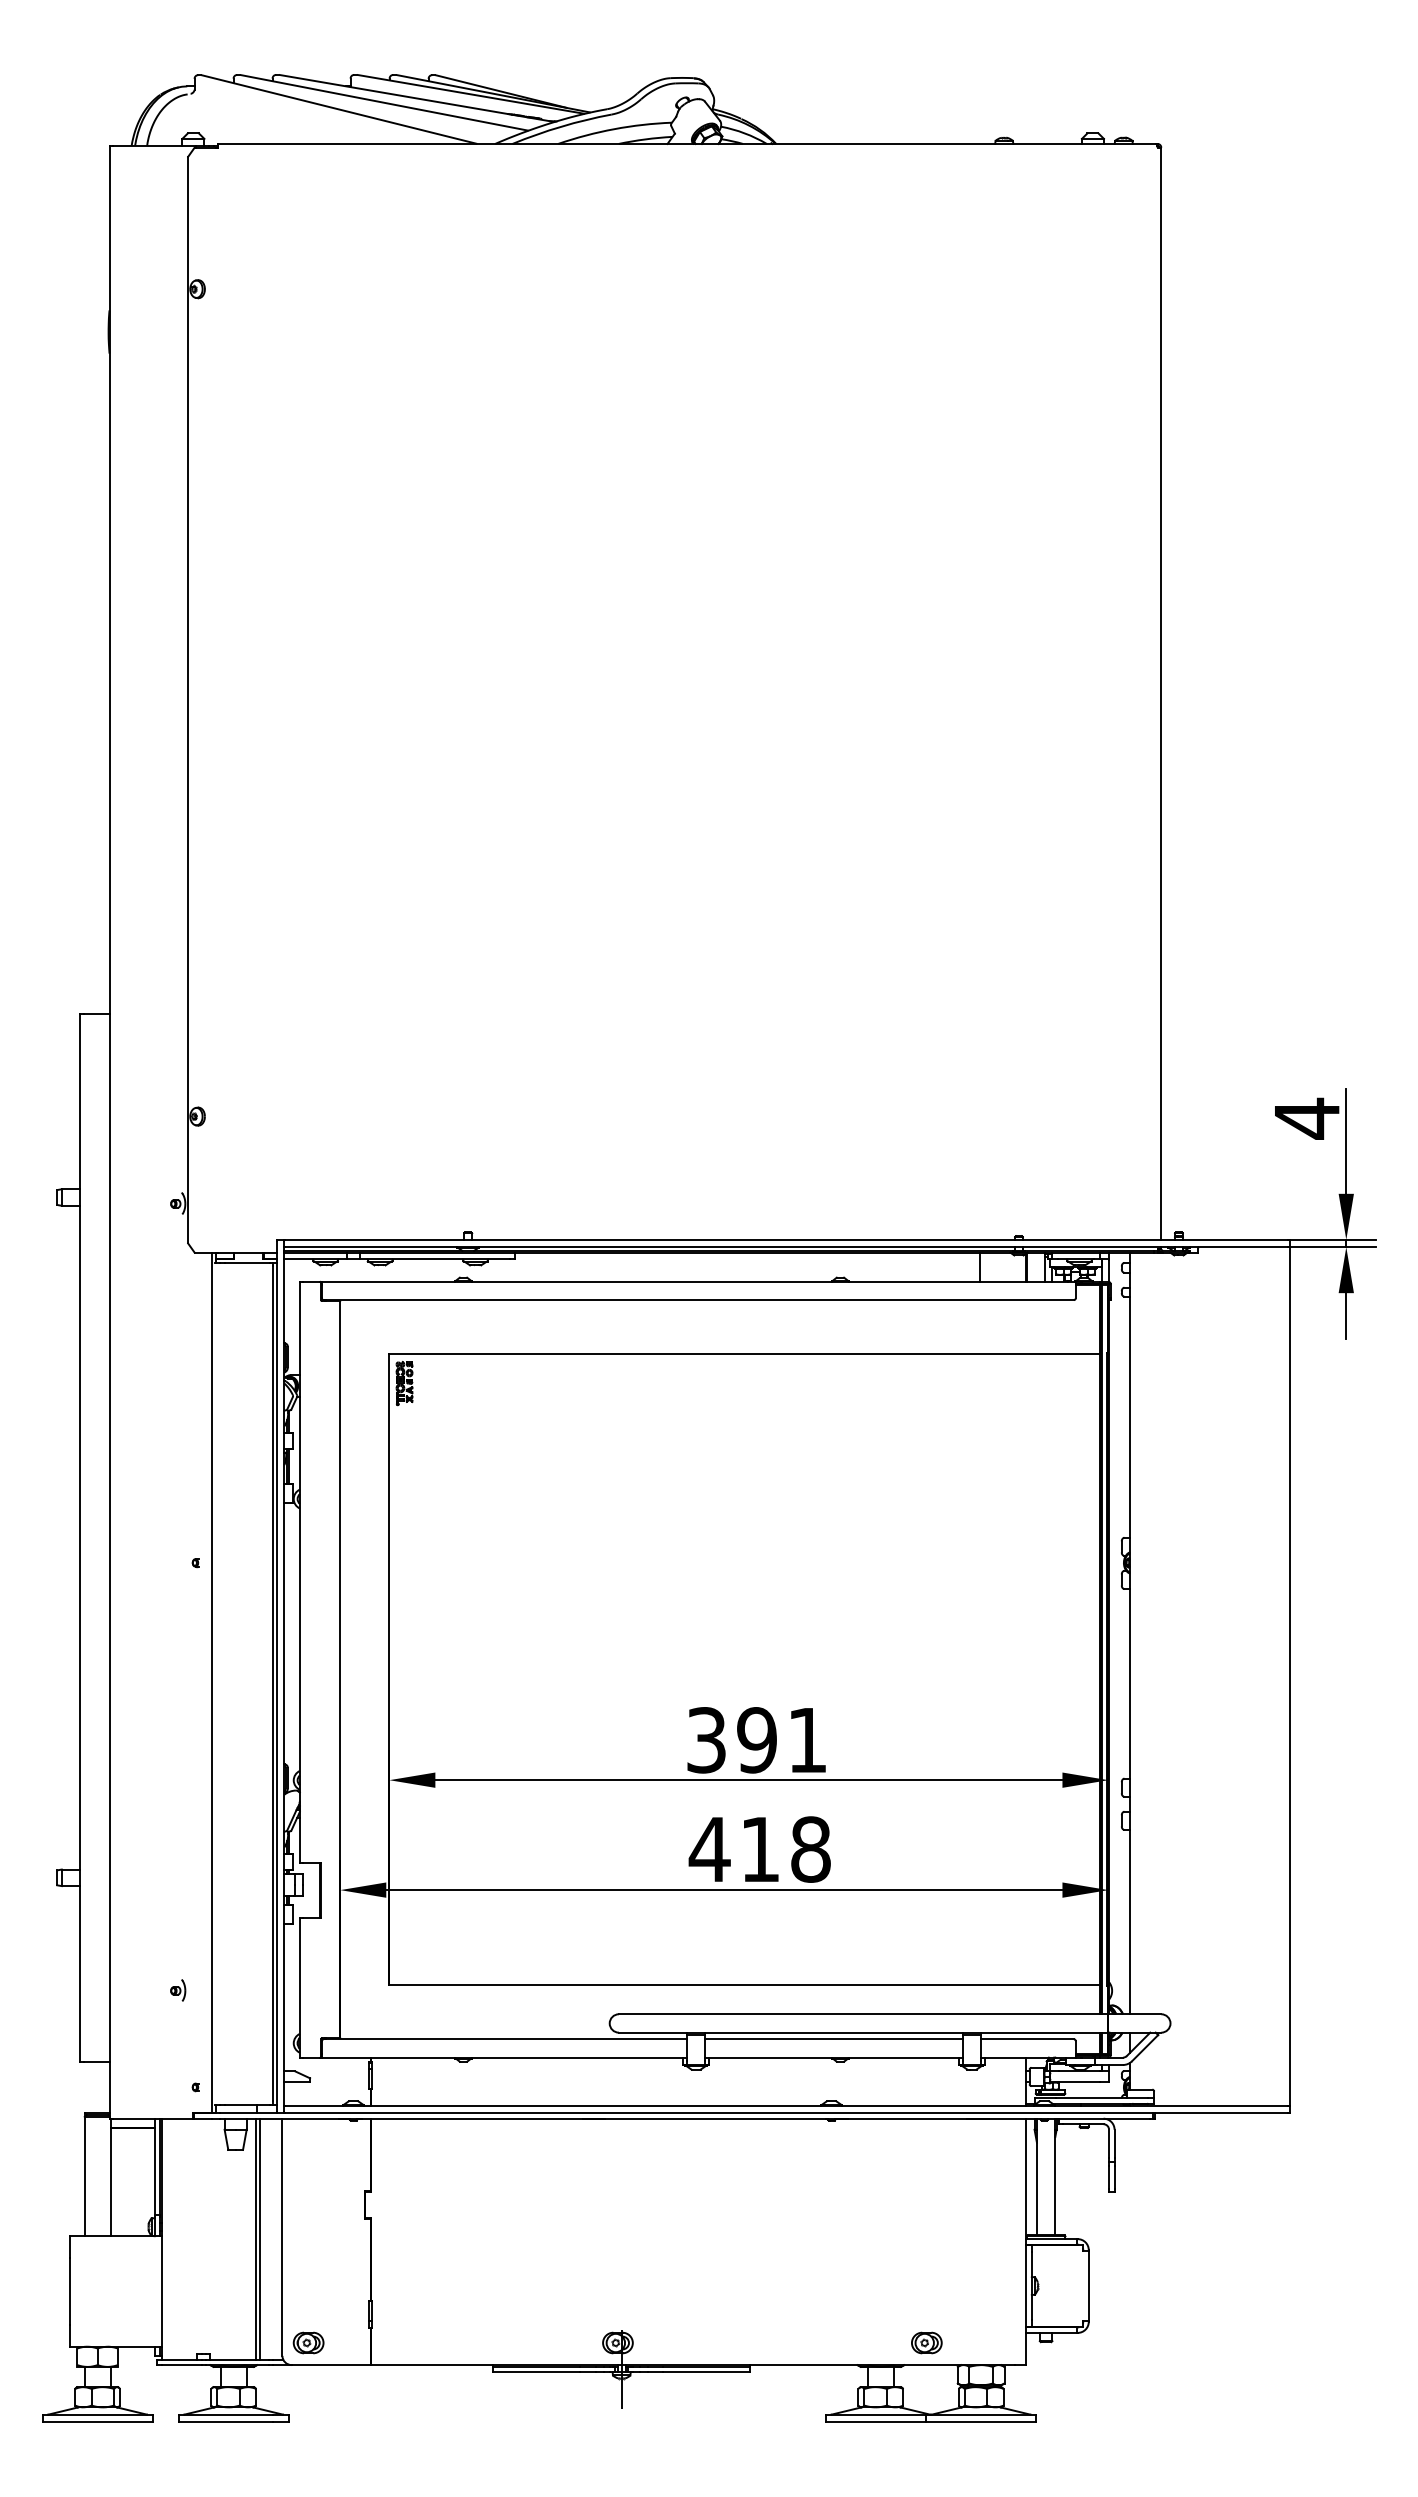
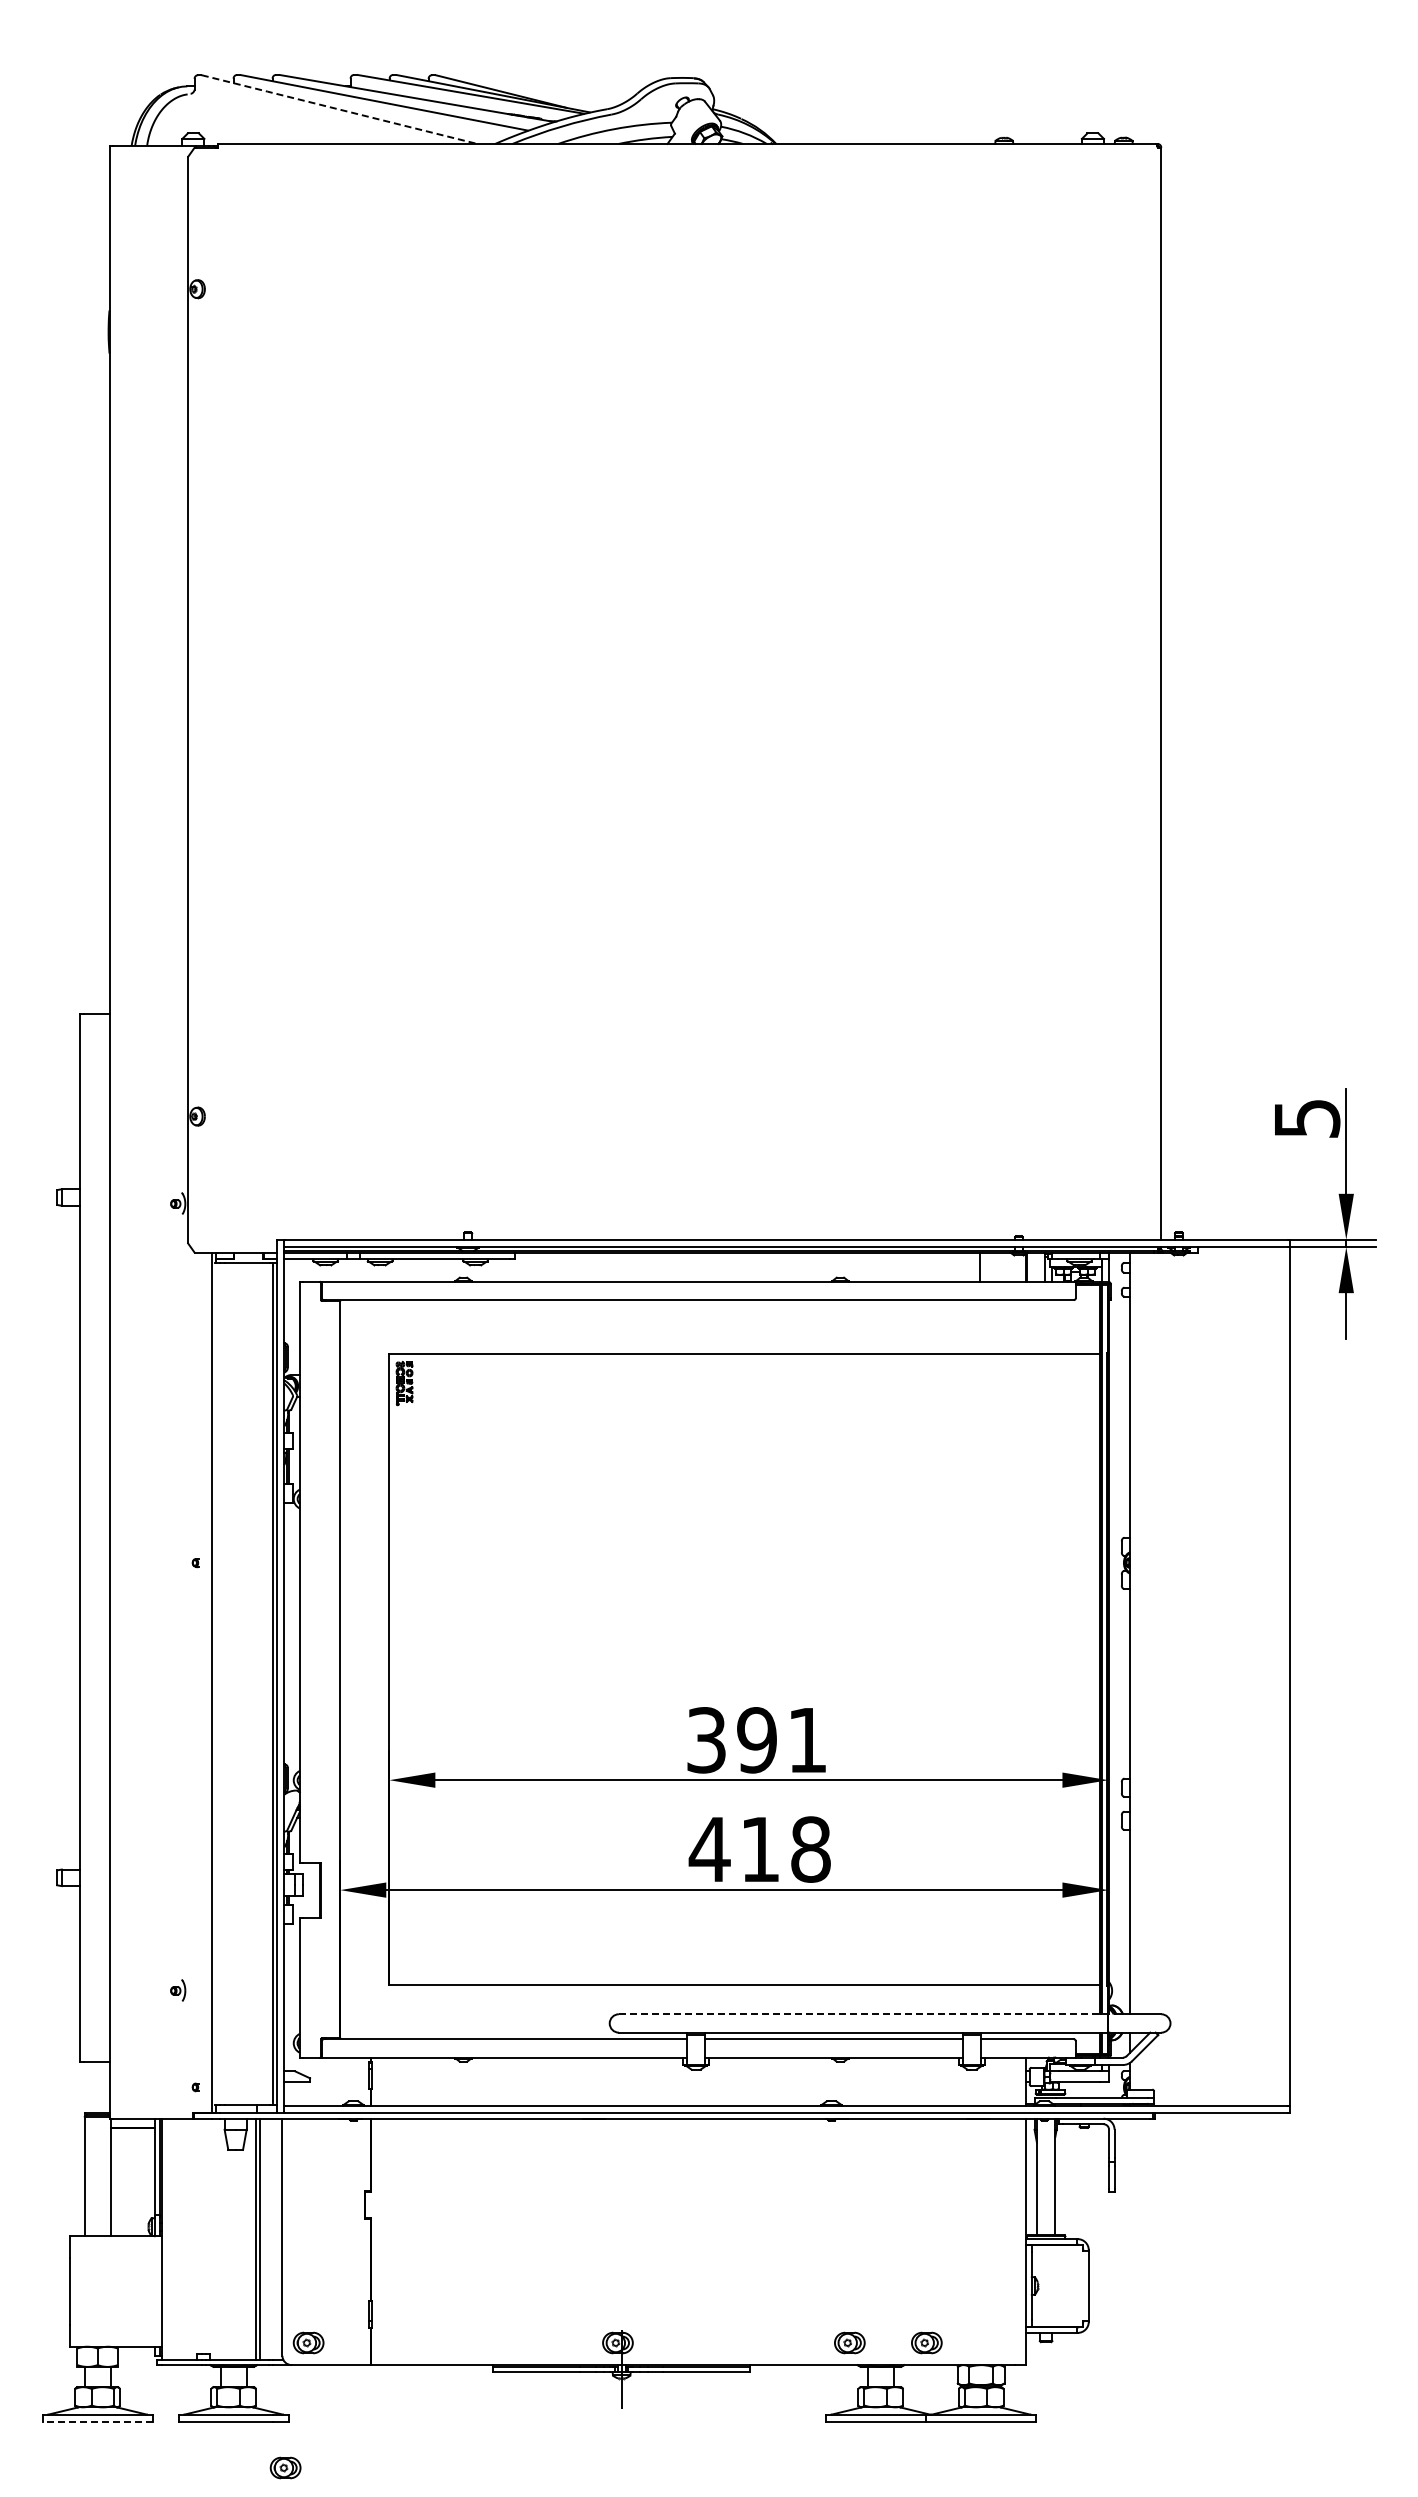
line at (339, 109): solid -> dashed
text at (1307, 1118): 4 -> 5
line at (867, 2014): solid -> dashed
part at (849, 2342): none -> present
line at (97, 2422): solid -> dashed
part at (285, 2467): none -> present
